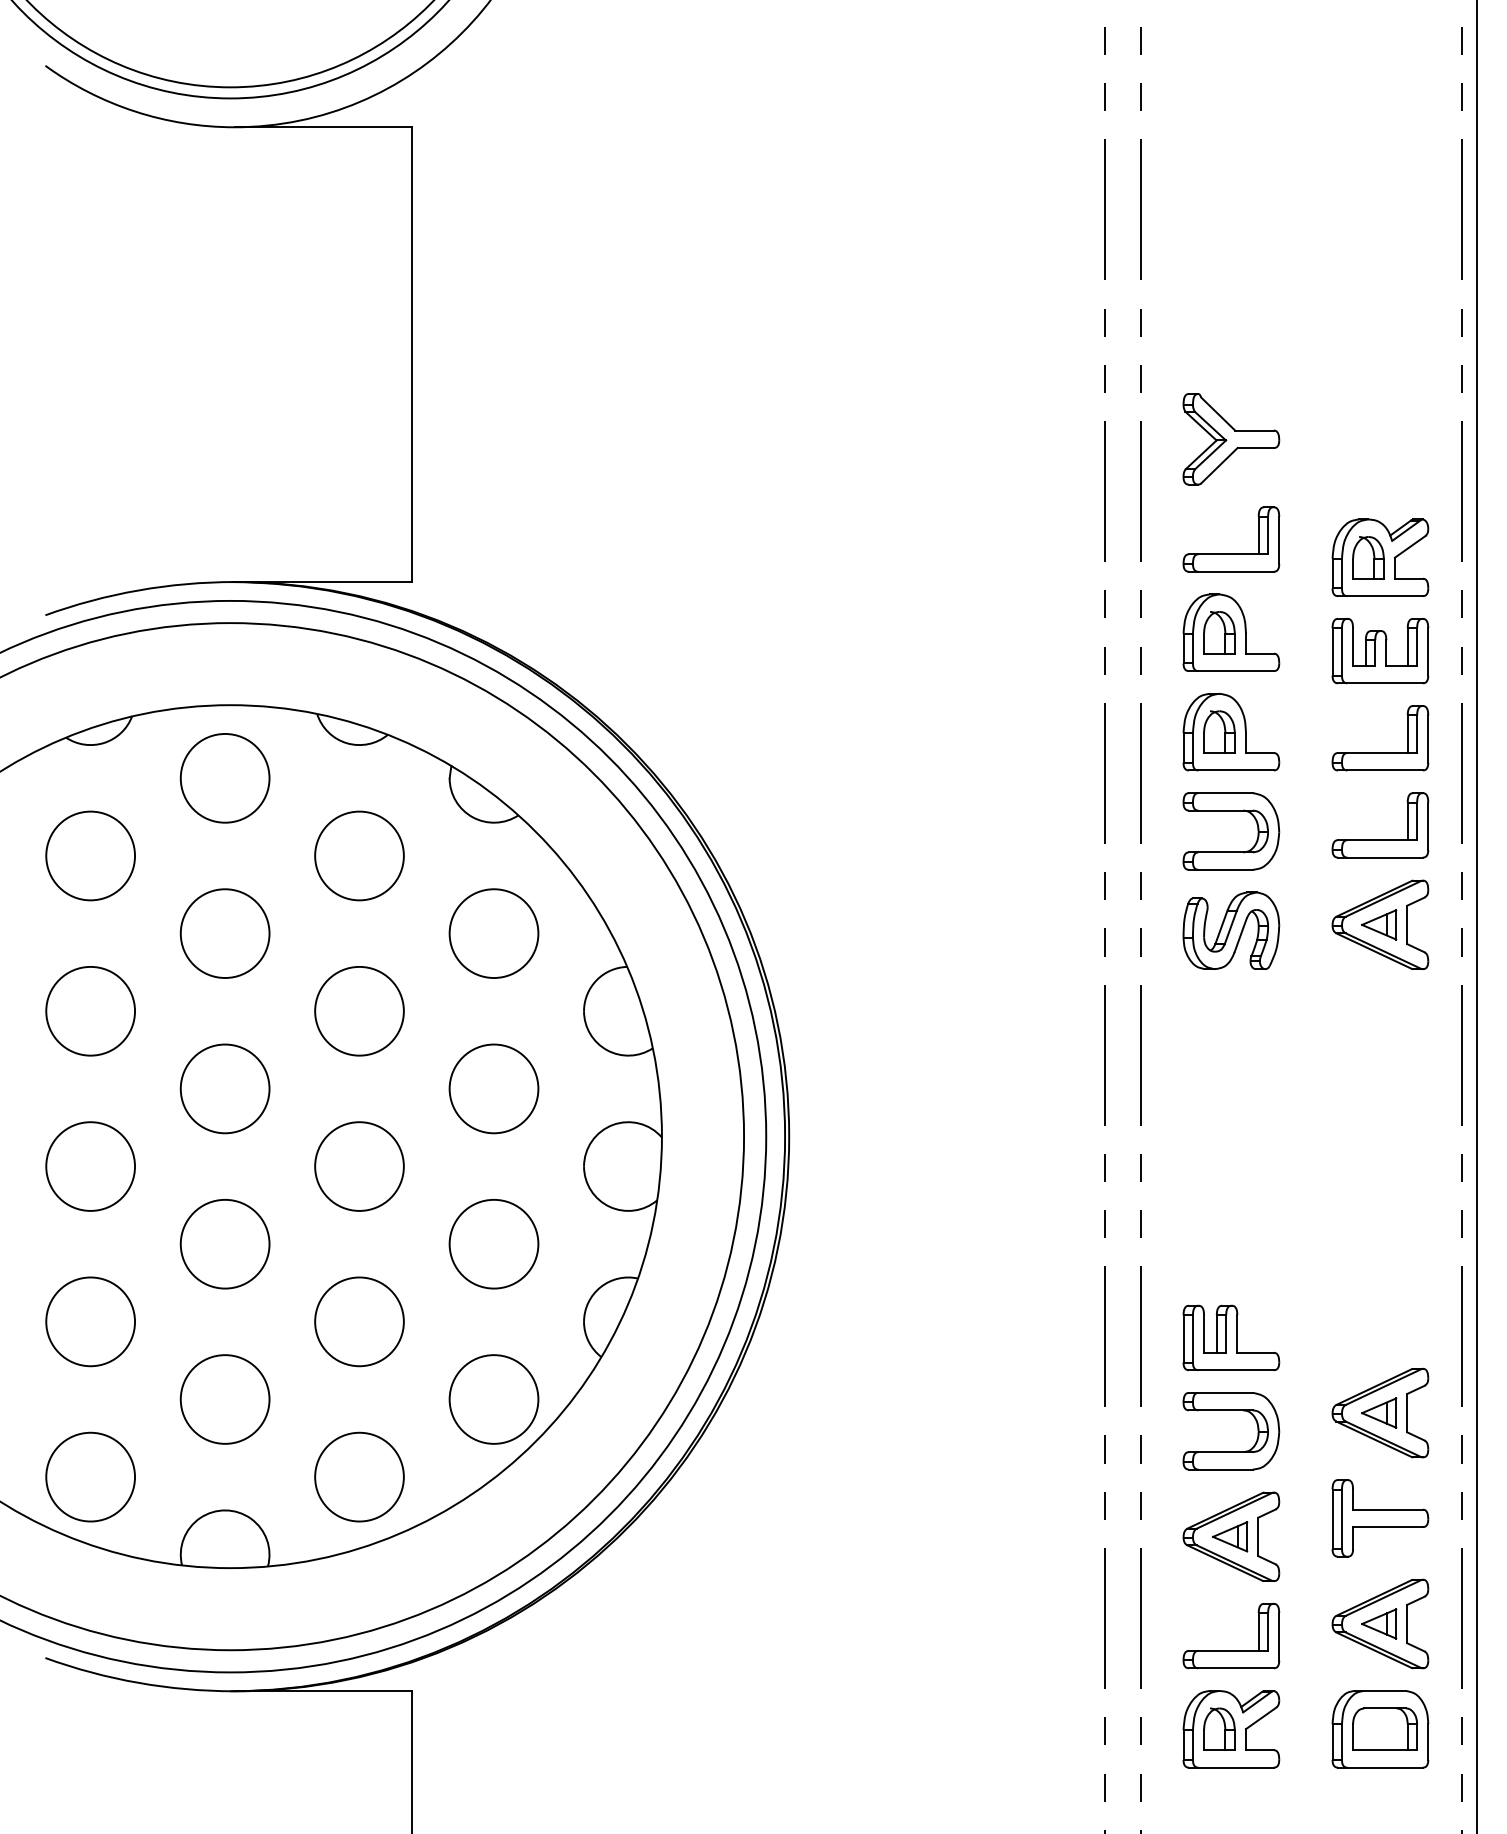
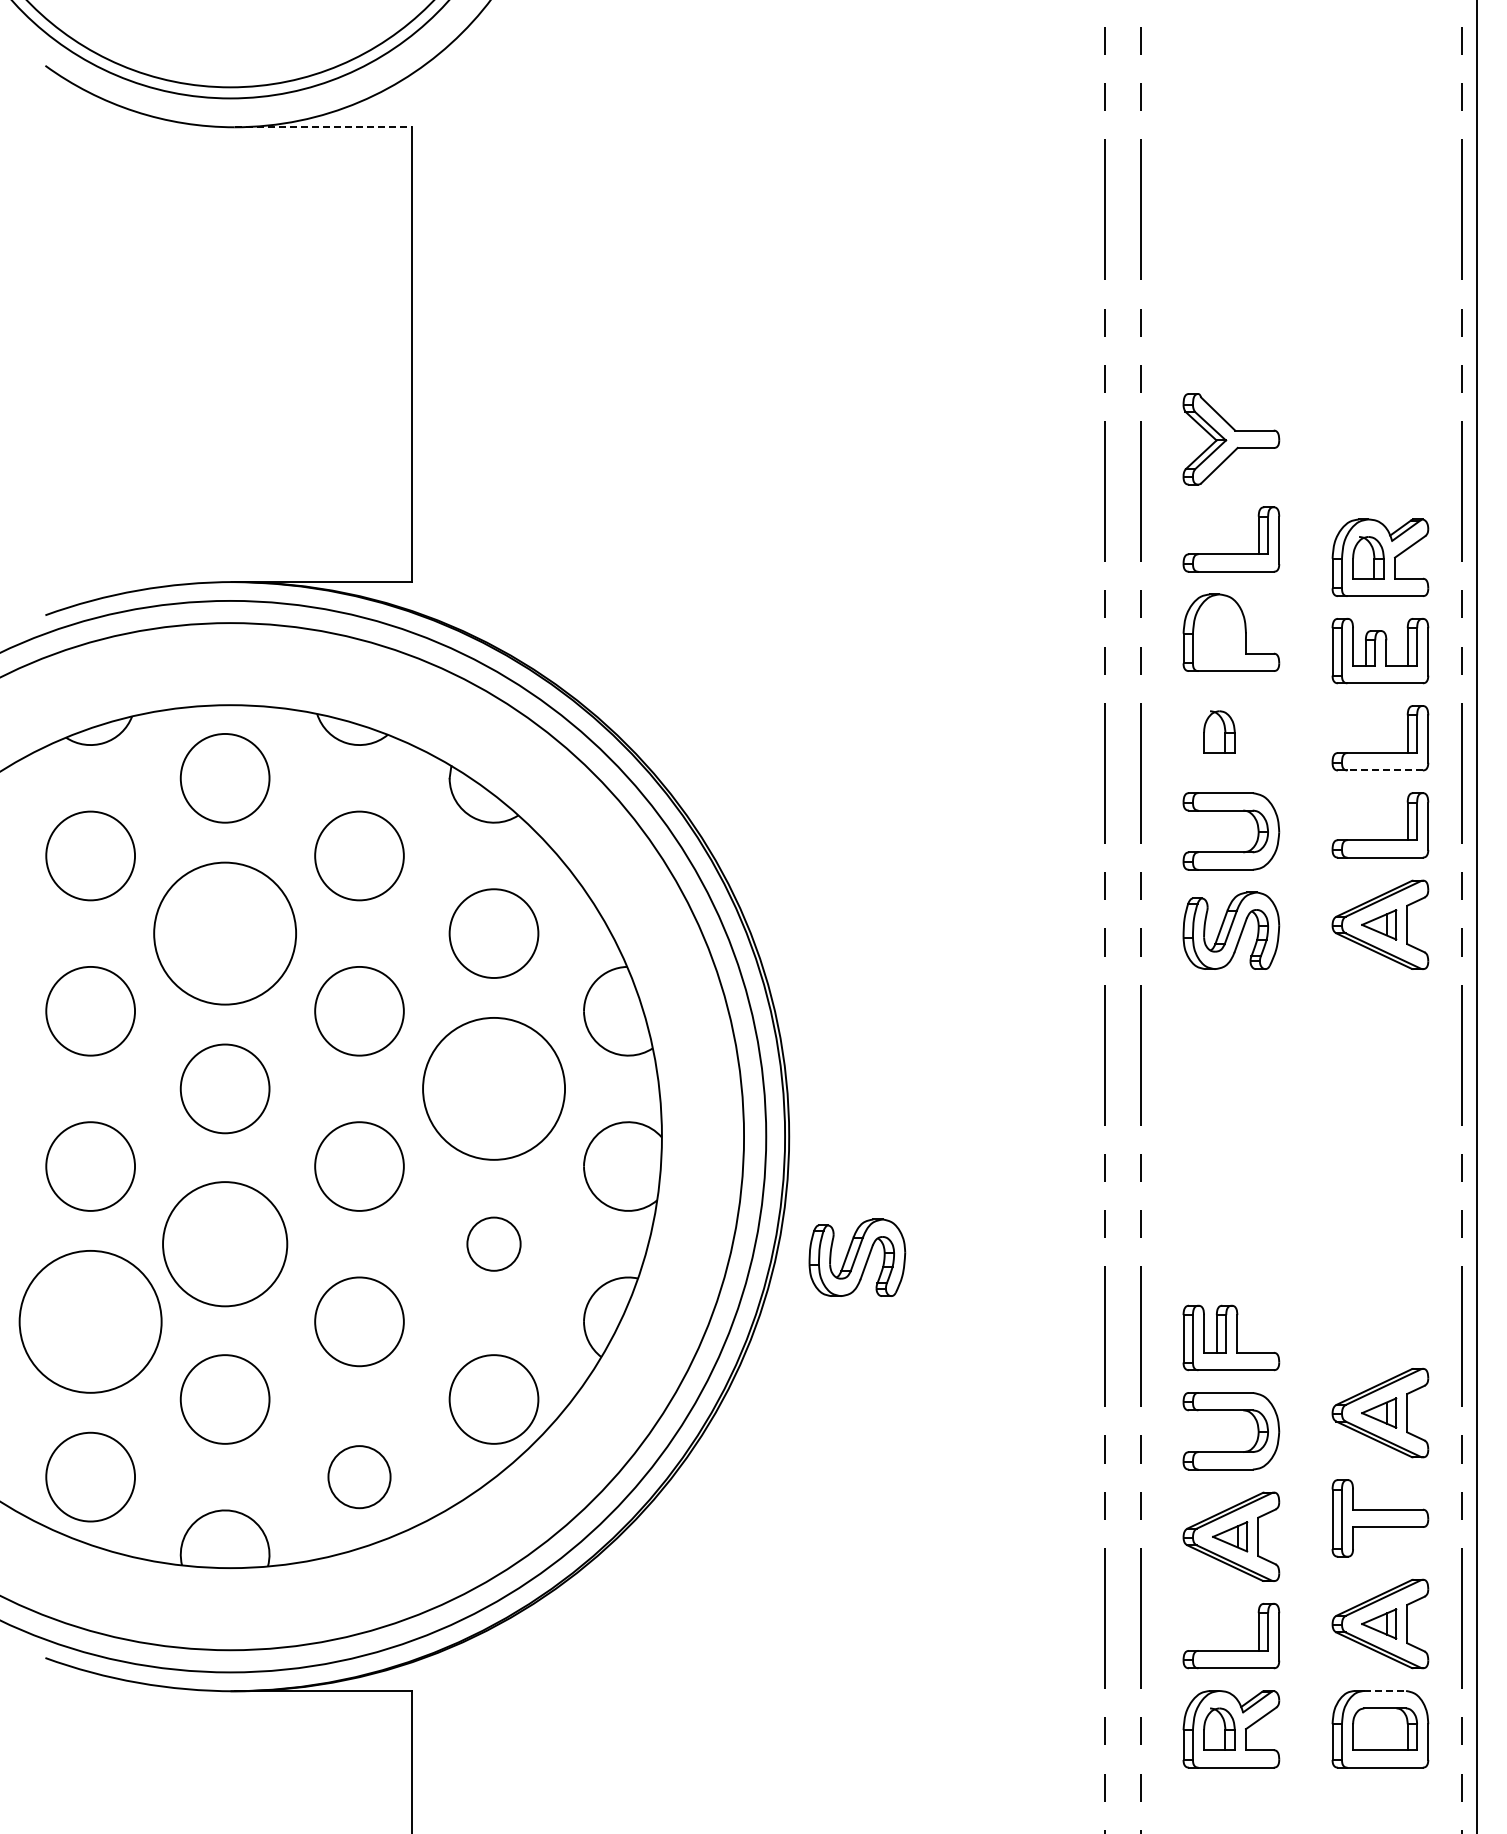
line at (323, 127): solid -> dashed
part at (1219, 632): present -> none
part at (1231, 732): present -> none
line at (1385, 770): solid -> dashed
circle at (224, 933) diameter: 89 px -> 142 px
circle at (493, 1088) size: 92x92 px -> 144x144 px
circle at (224, 1243) diameter: 89 px -> 124 px
circle at (493, 1243) diameter: 89 px -> 53 px
part at (857, 1257): none -> present
circle at (90, 1321) diameter: 89 px -> 142 px
circle at (359, 1476) diameter: 89 px -> 62 px
line at (1385, 1690): solid -> dashed
